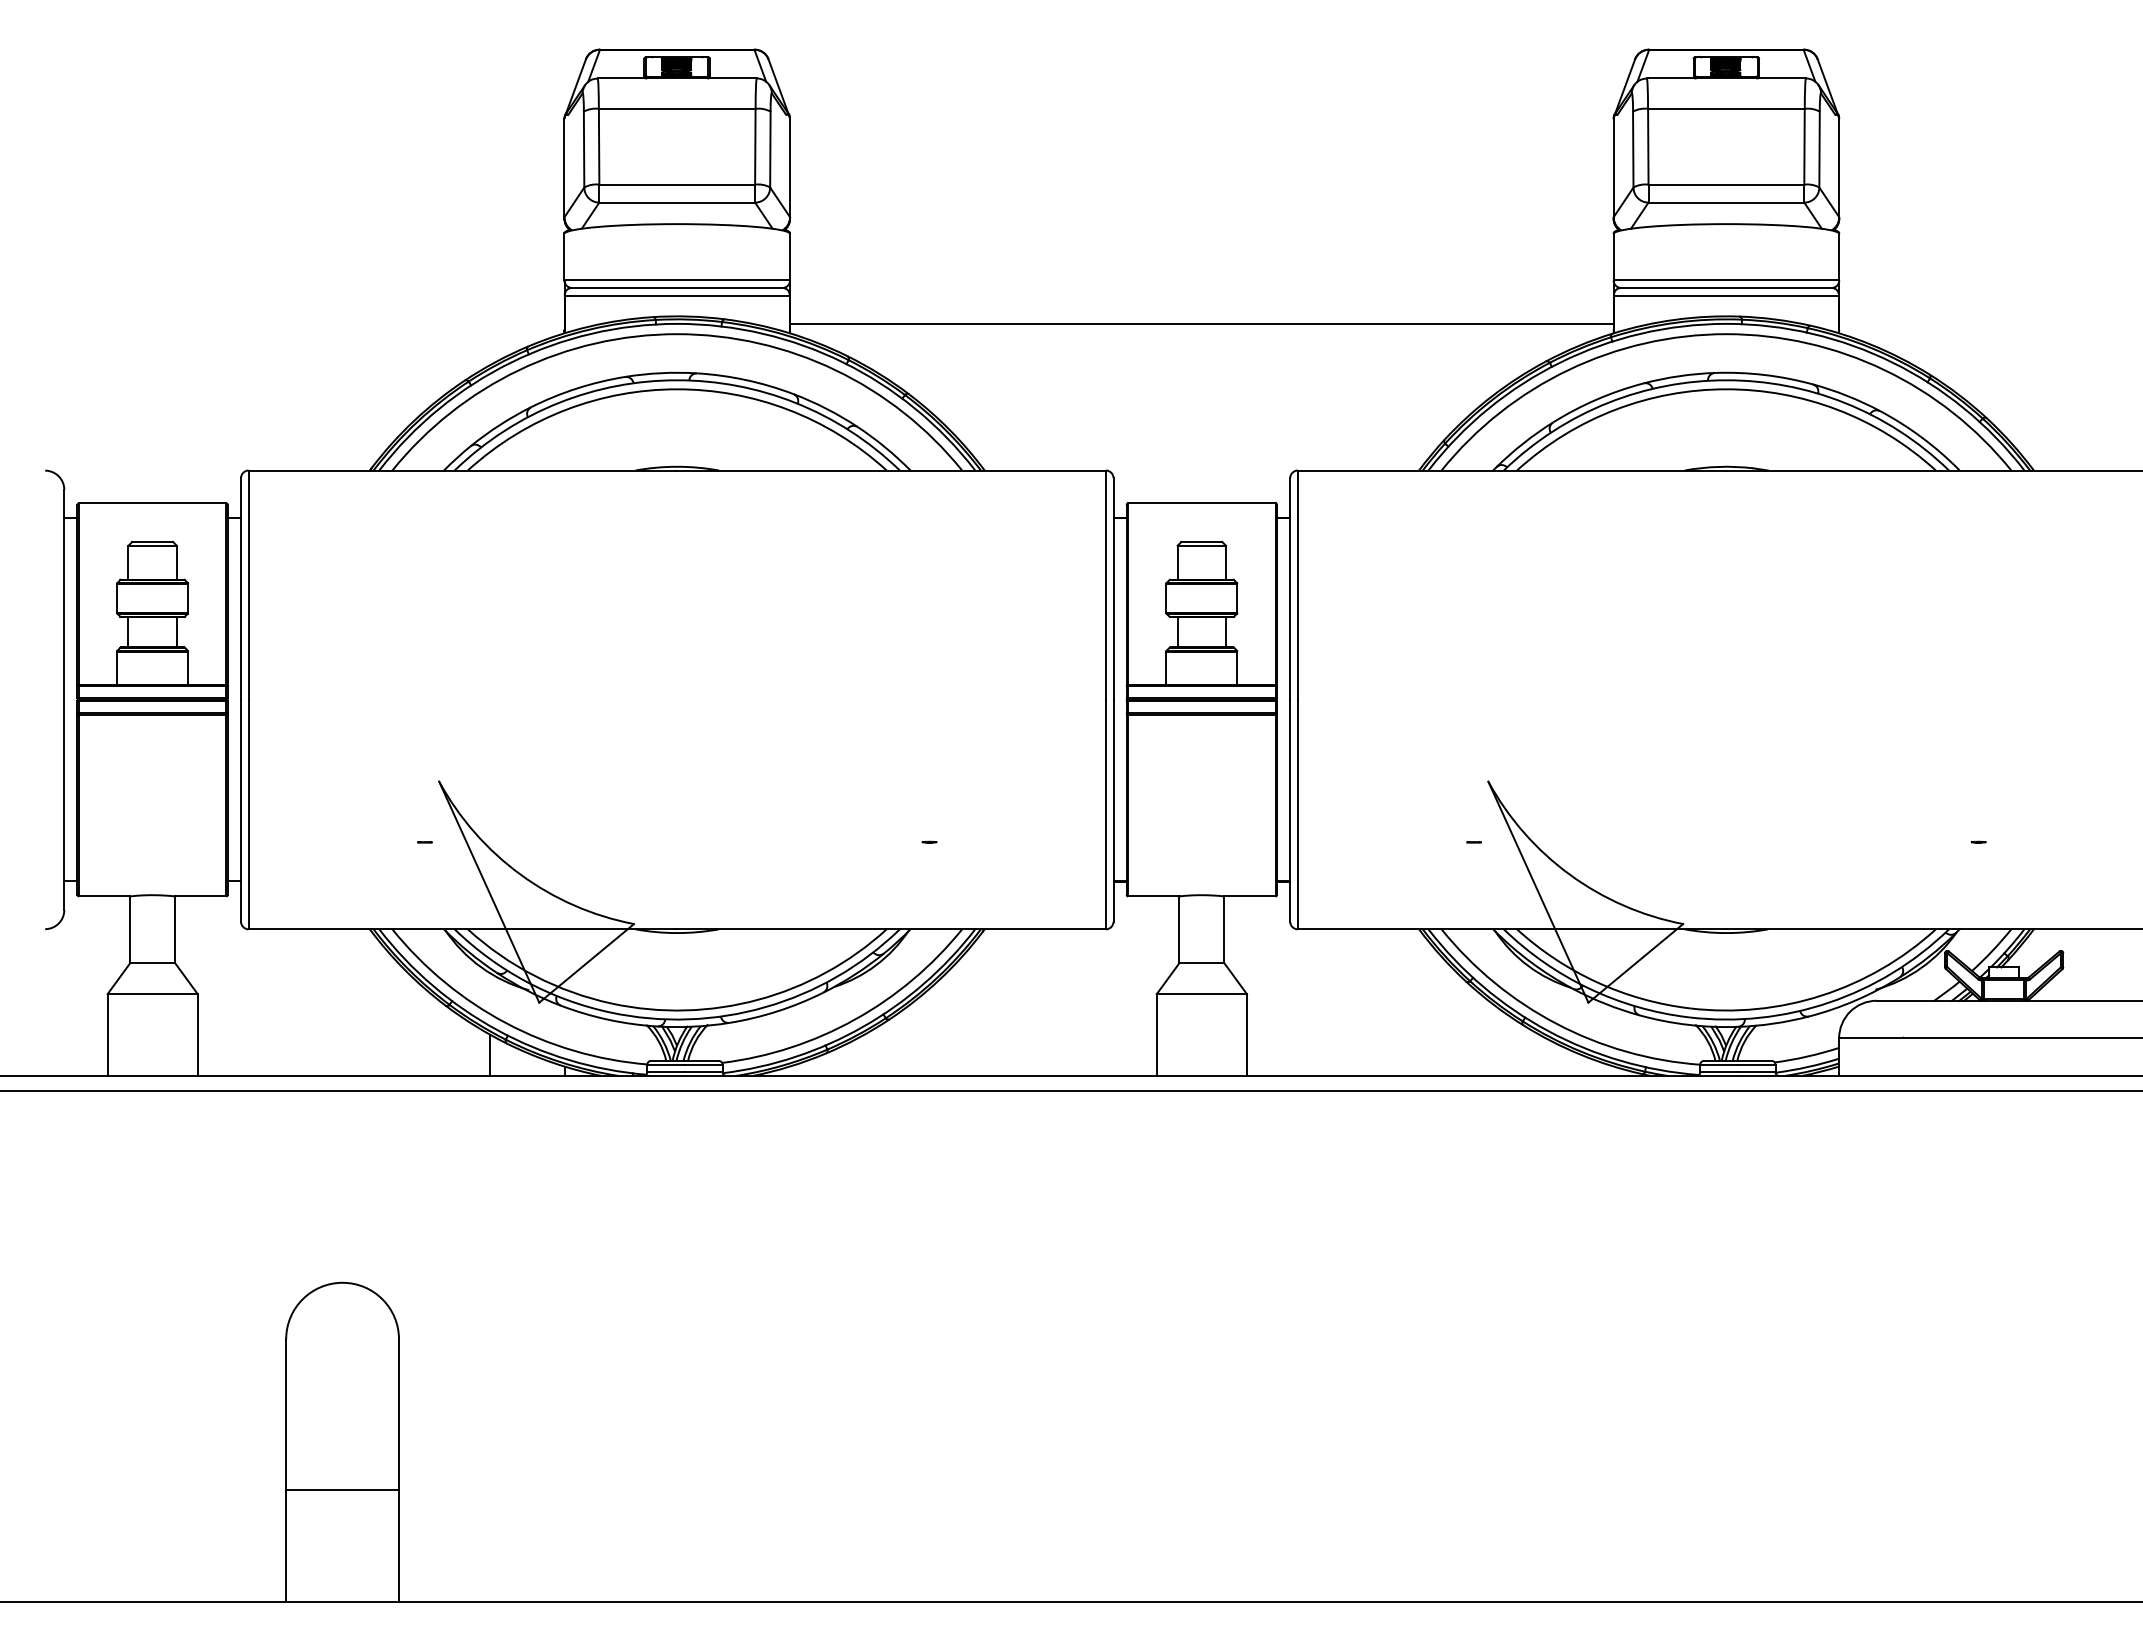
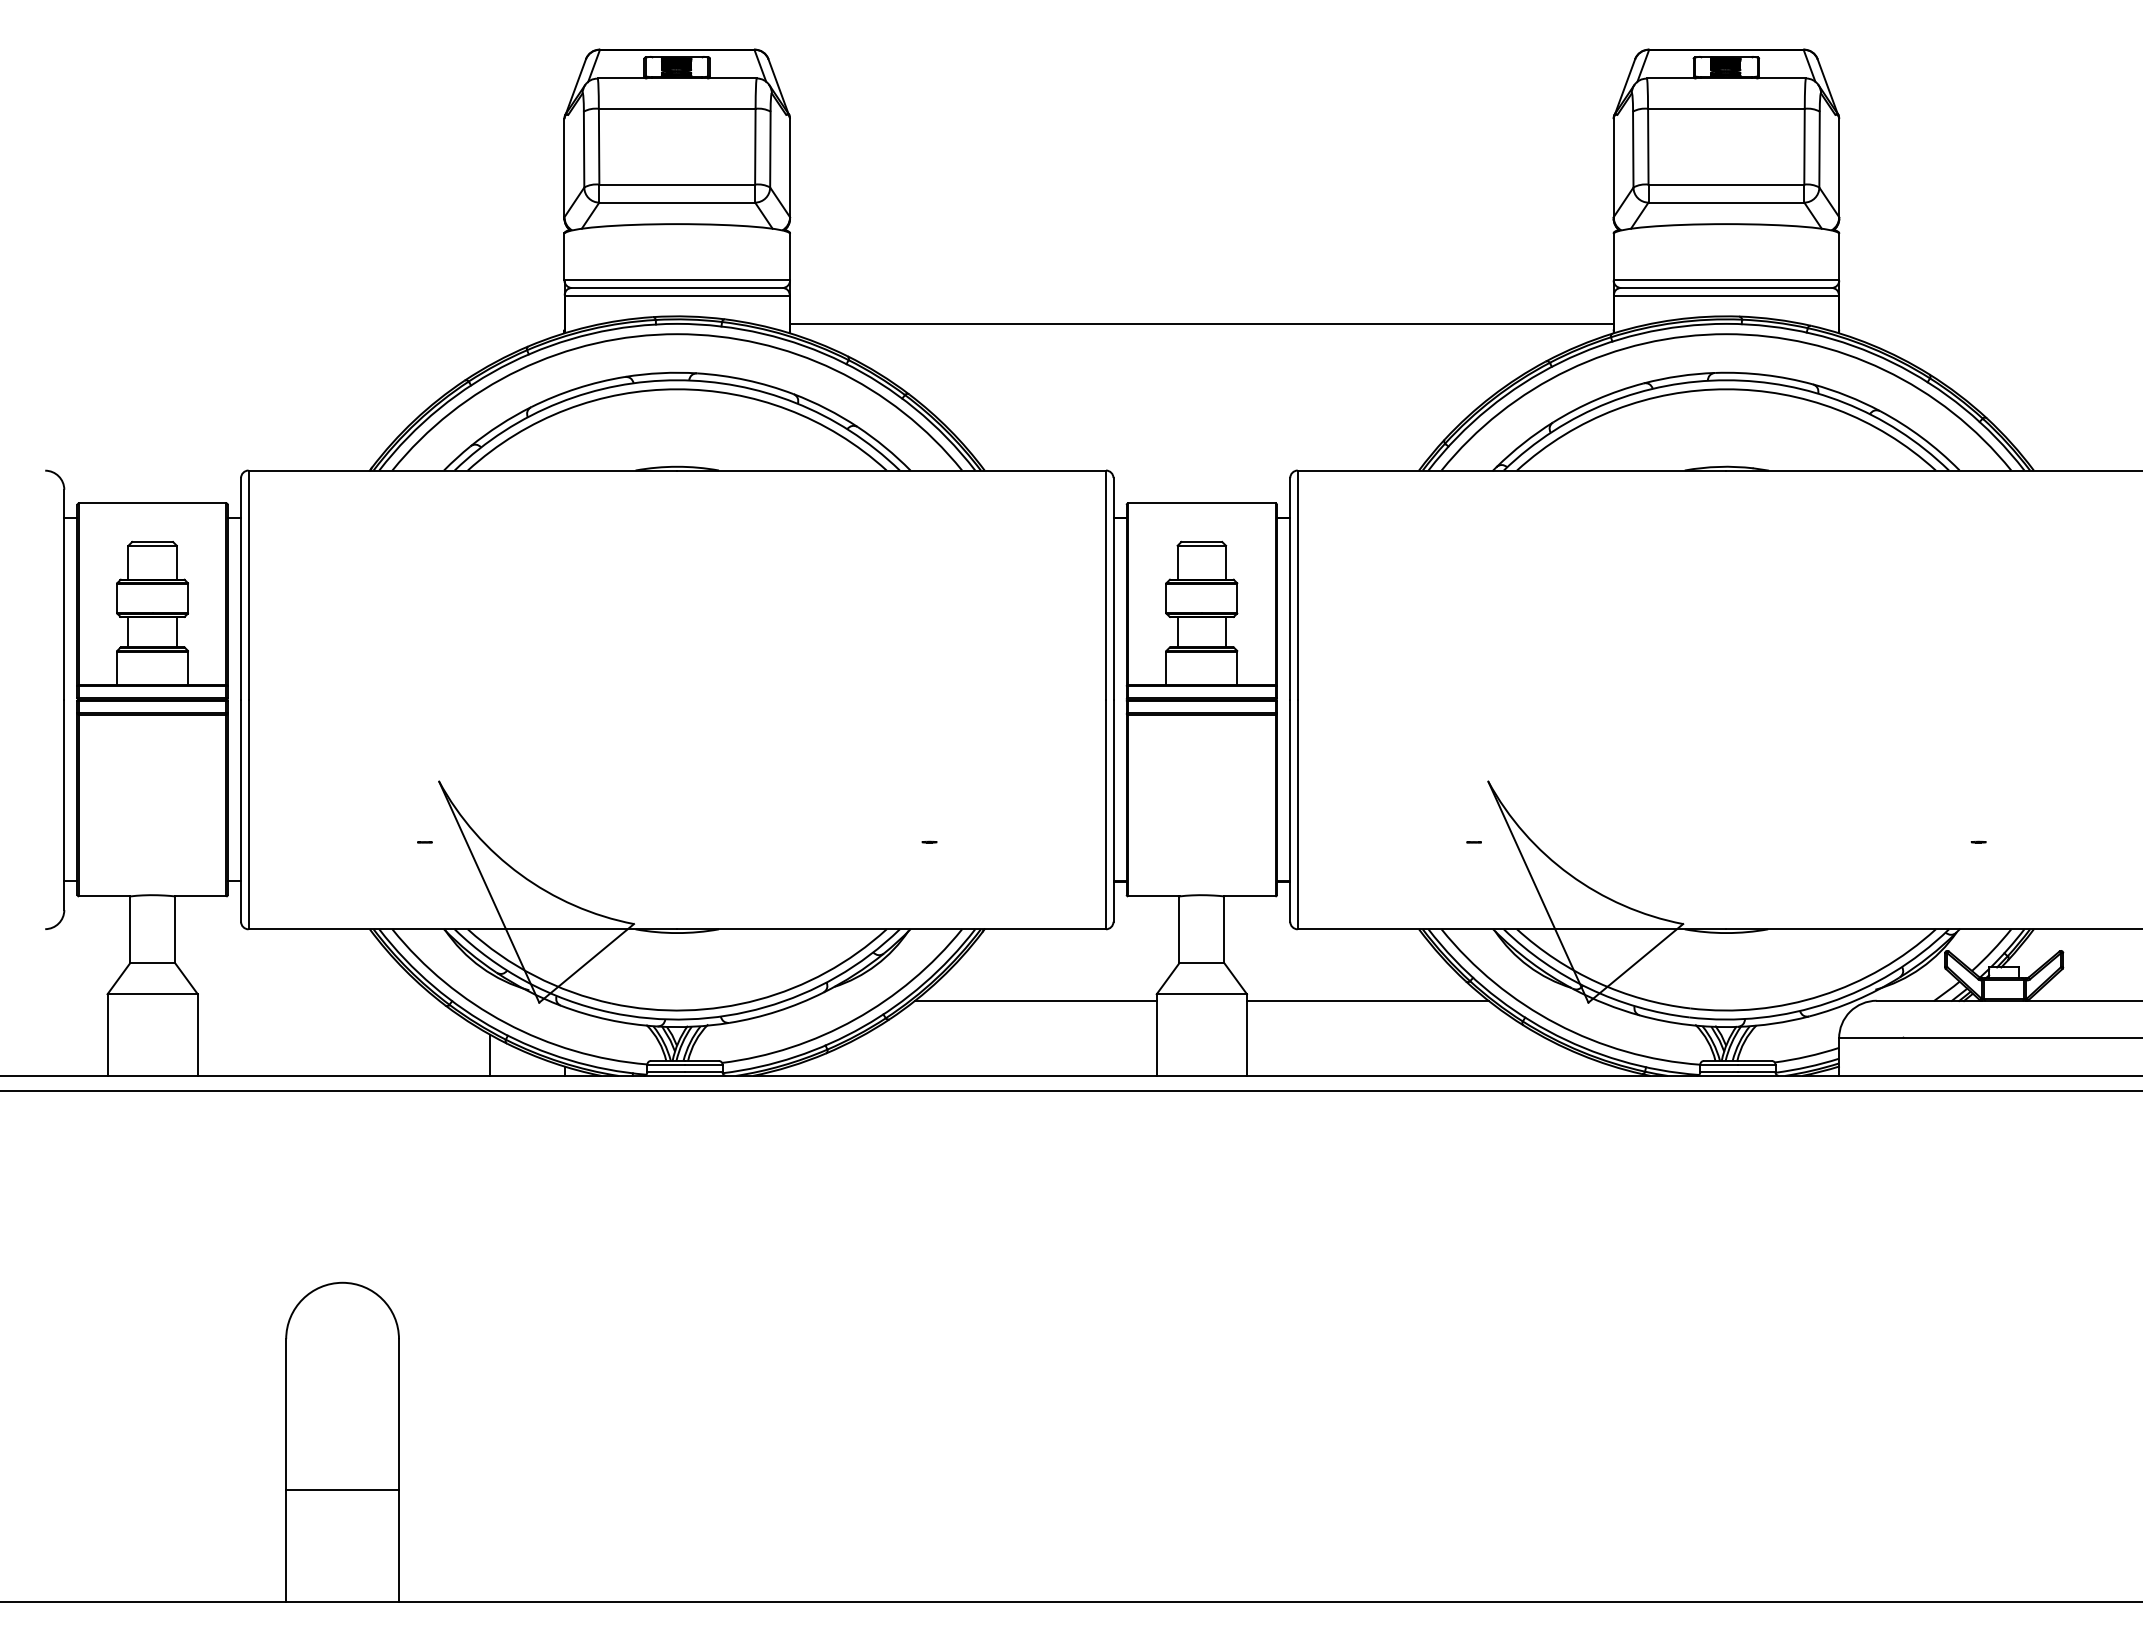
line at (1035, 1000): none -> present
line at (1367, 1000): none -> present
